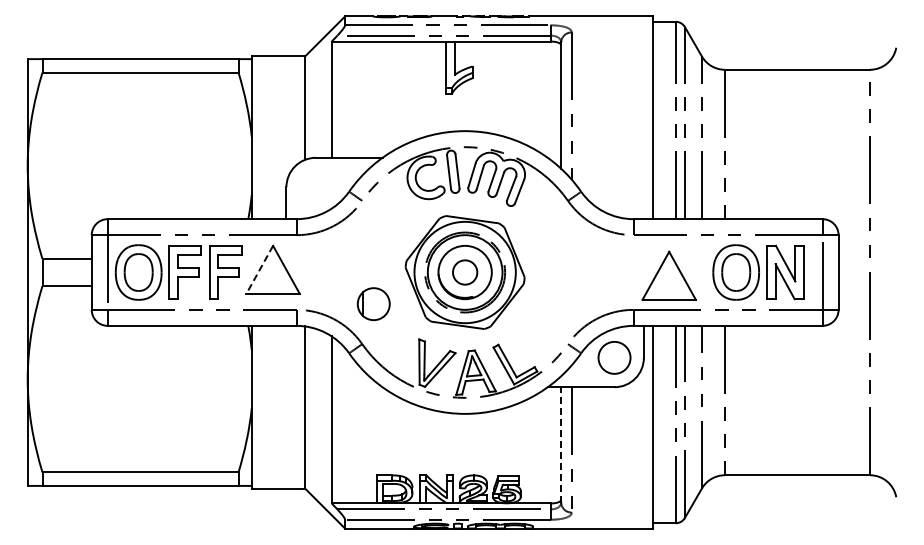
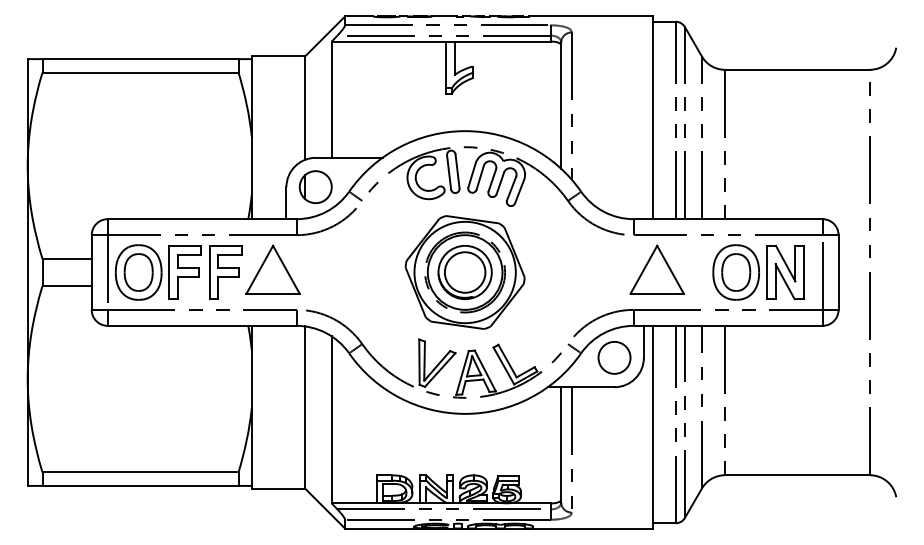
line at (259, 270): dashed -> solid
circle at (465, 272) diameter: 24 px -> 41 px
part at (668, 275) position: (668, 275) -> (656, 269)
part at (373, 303) position: (373, 303) -> (315, 186)
line at (561, 444): dashed -> solid
